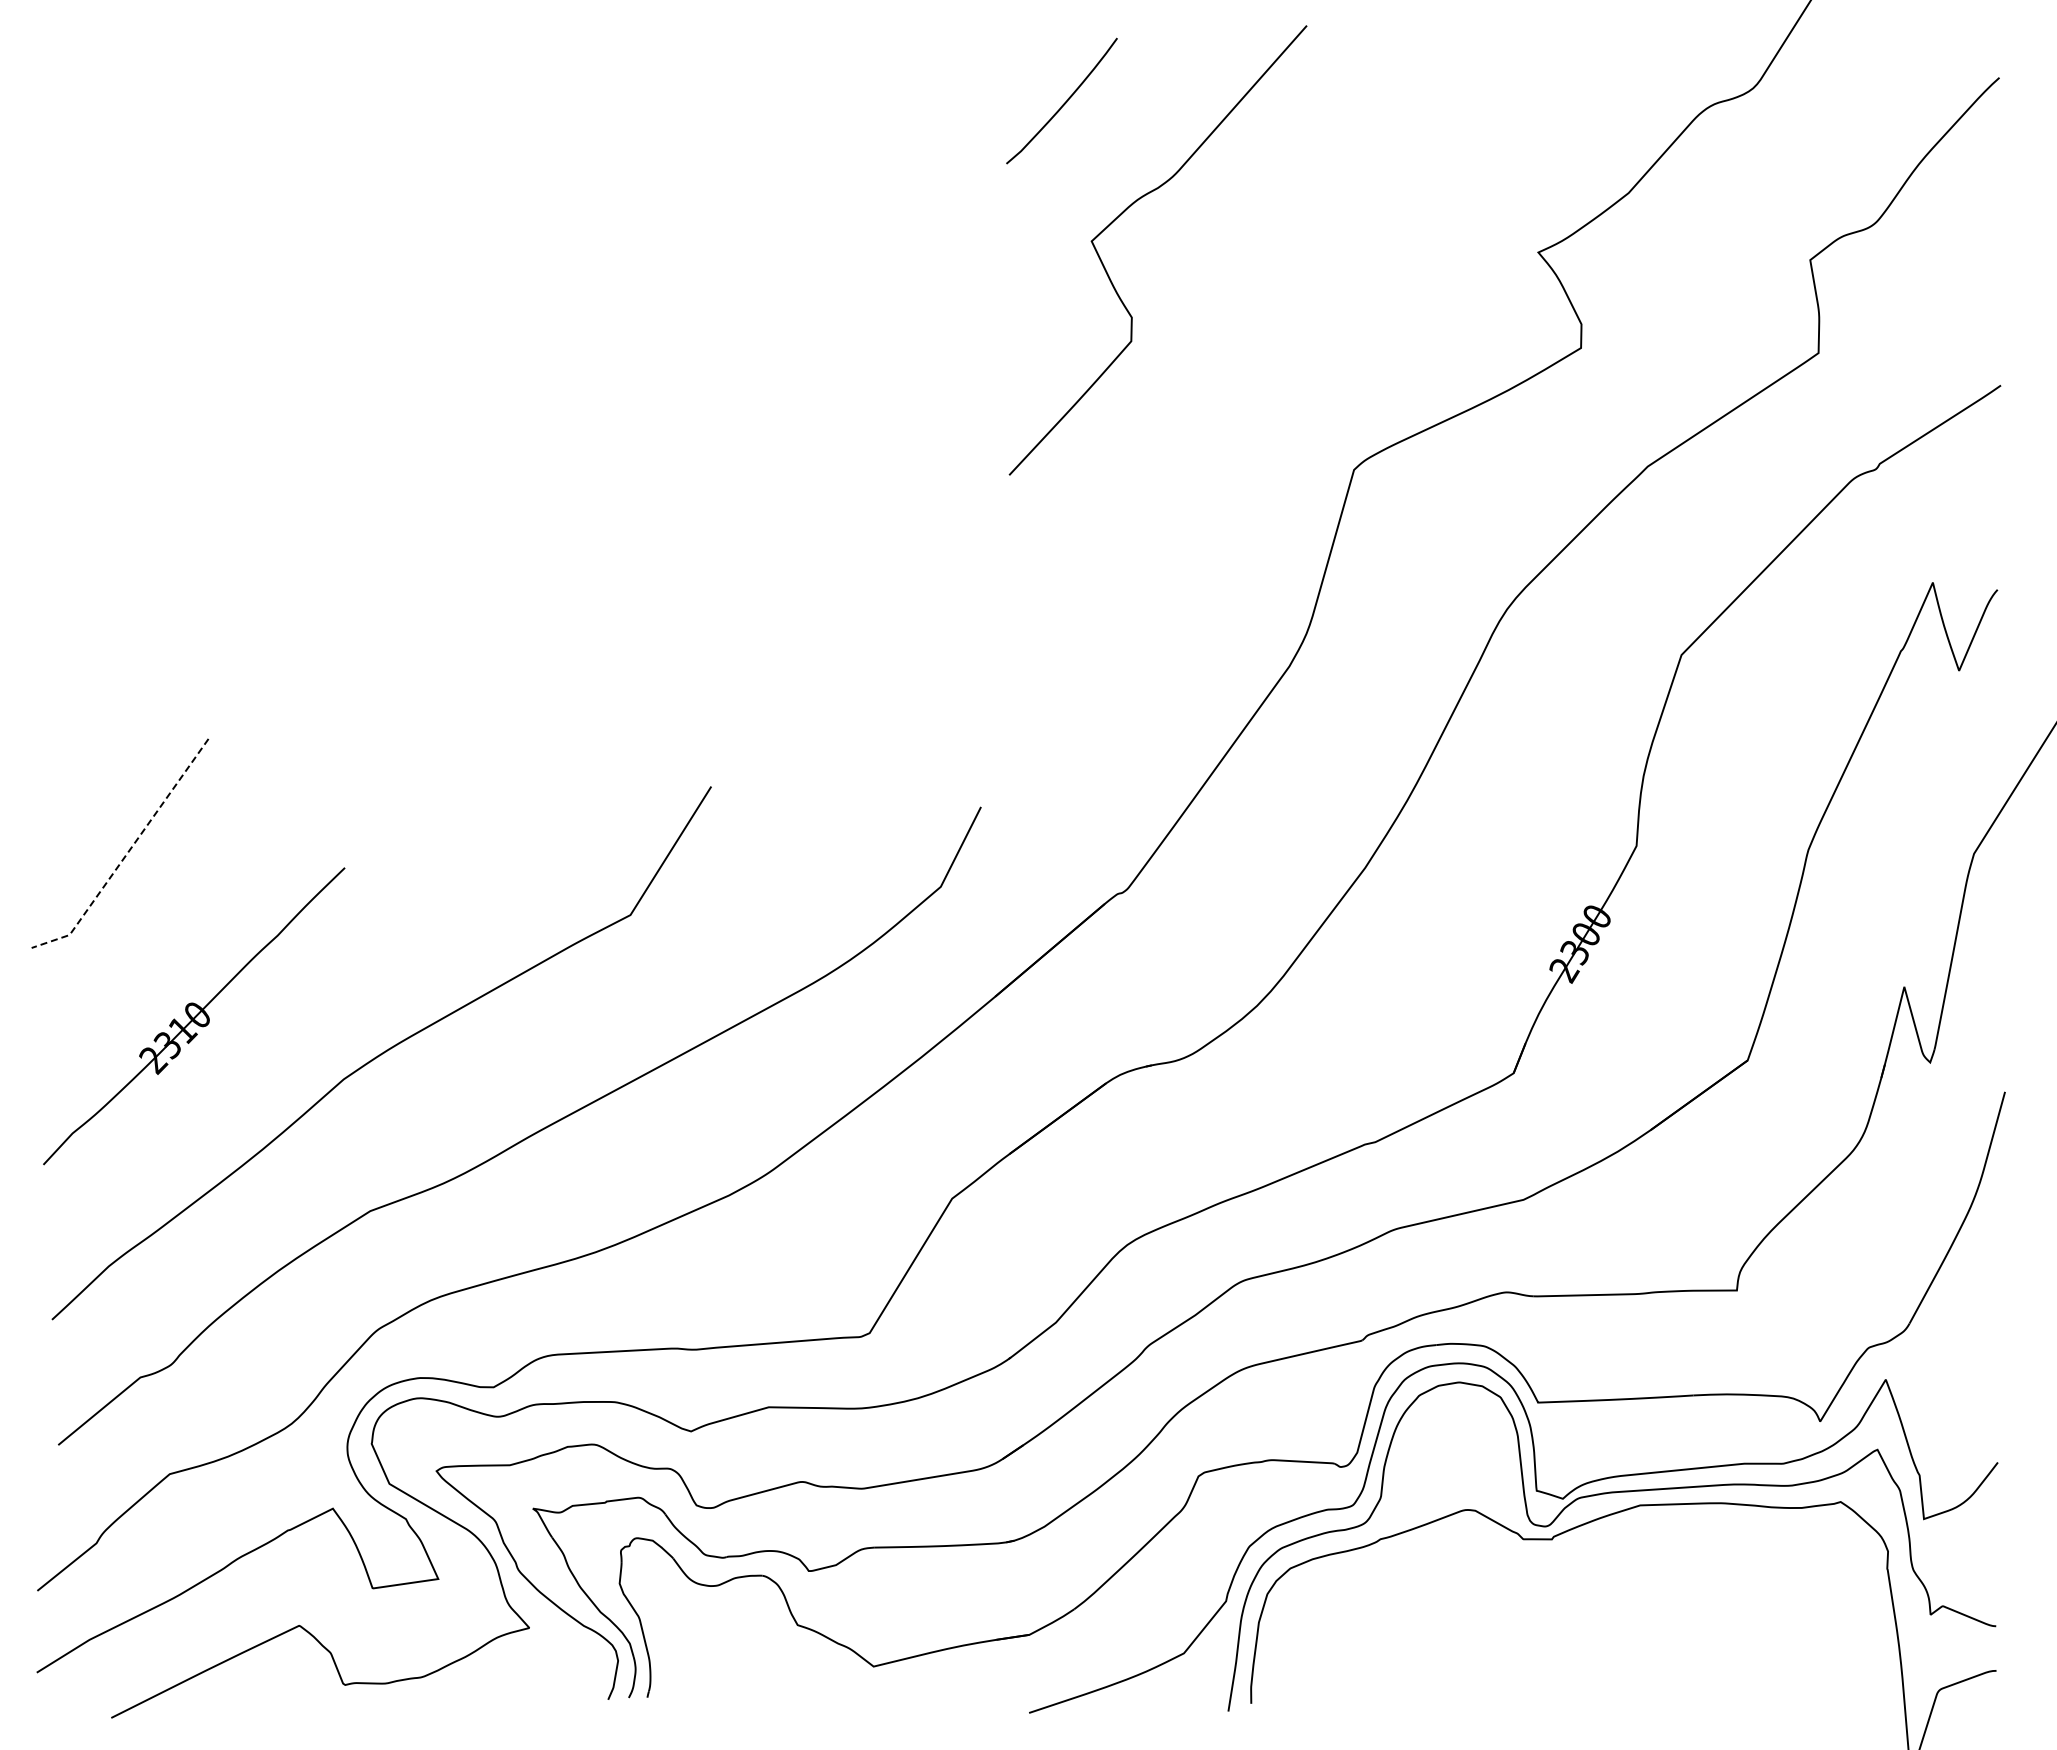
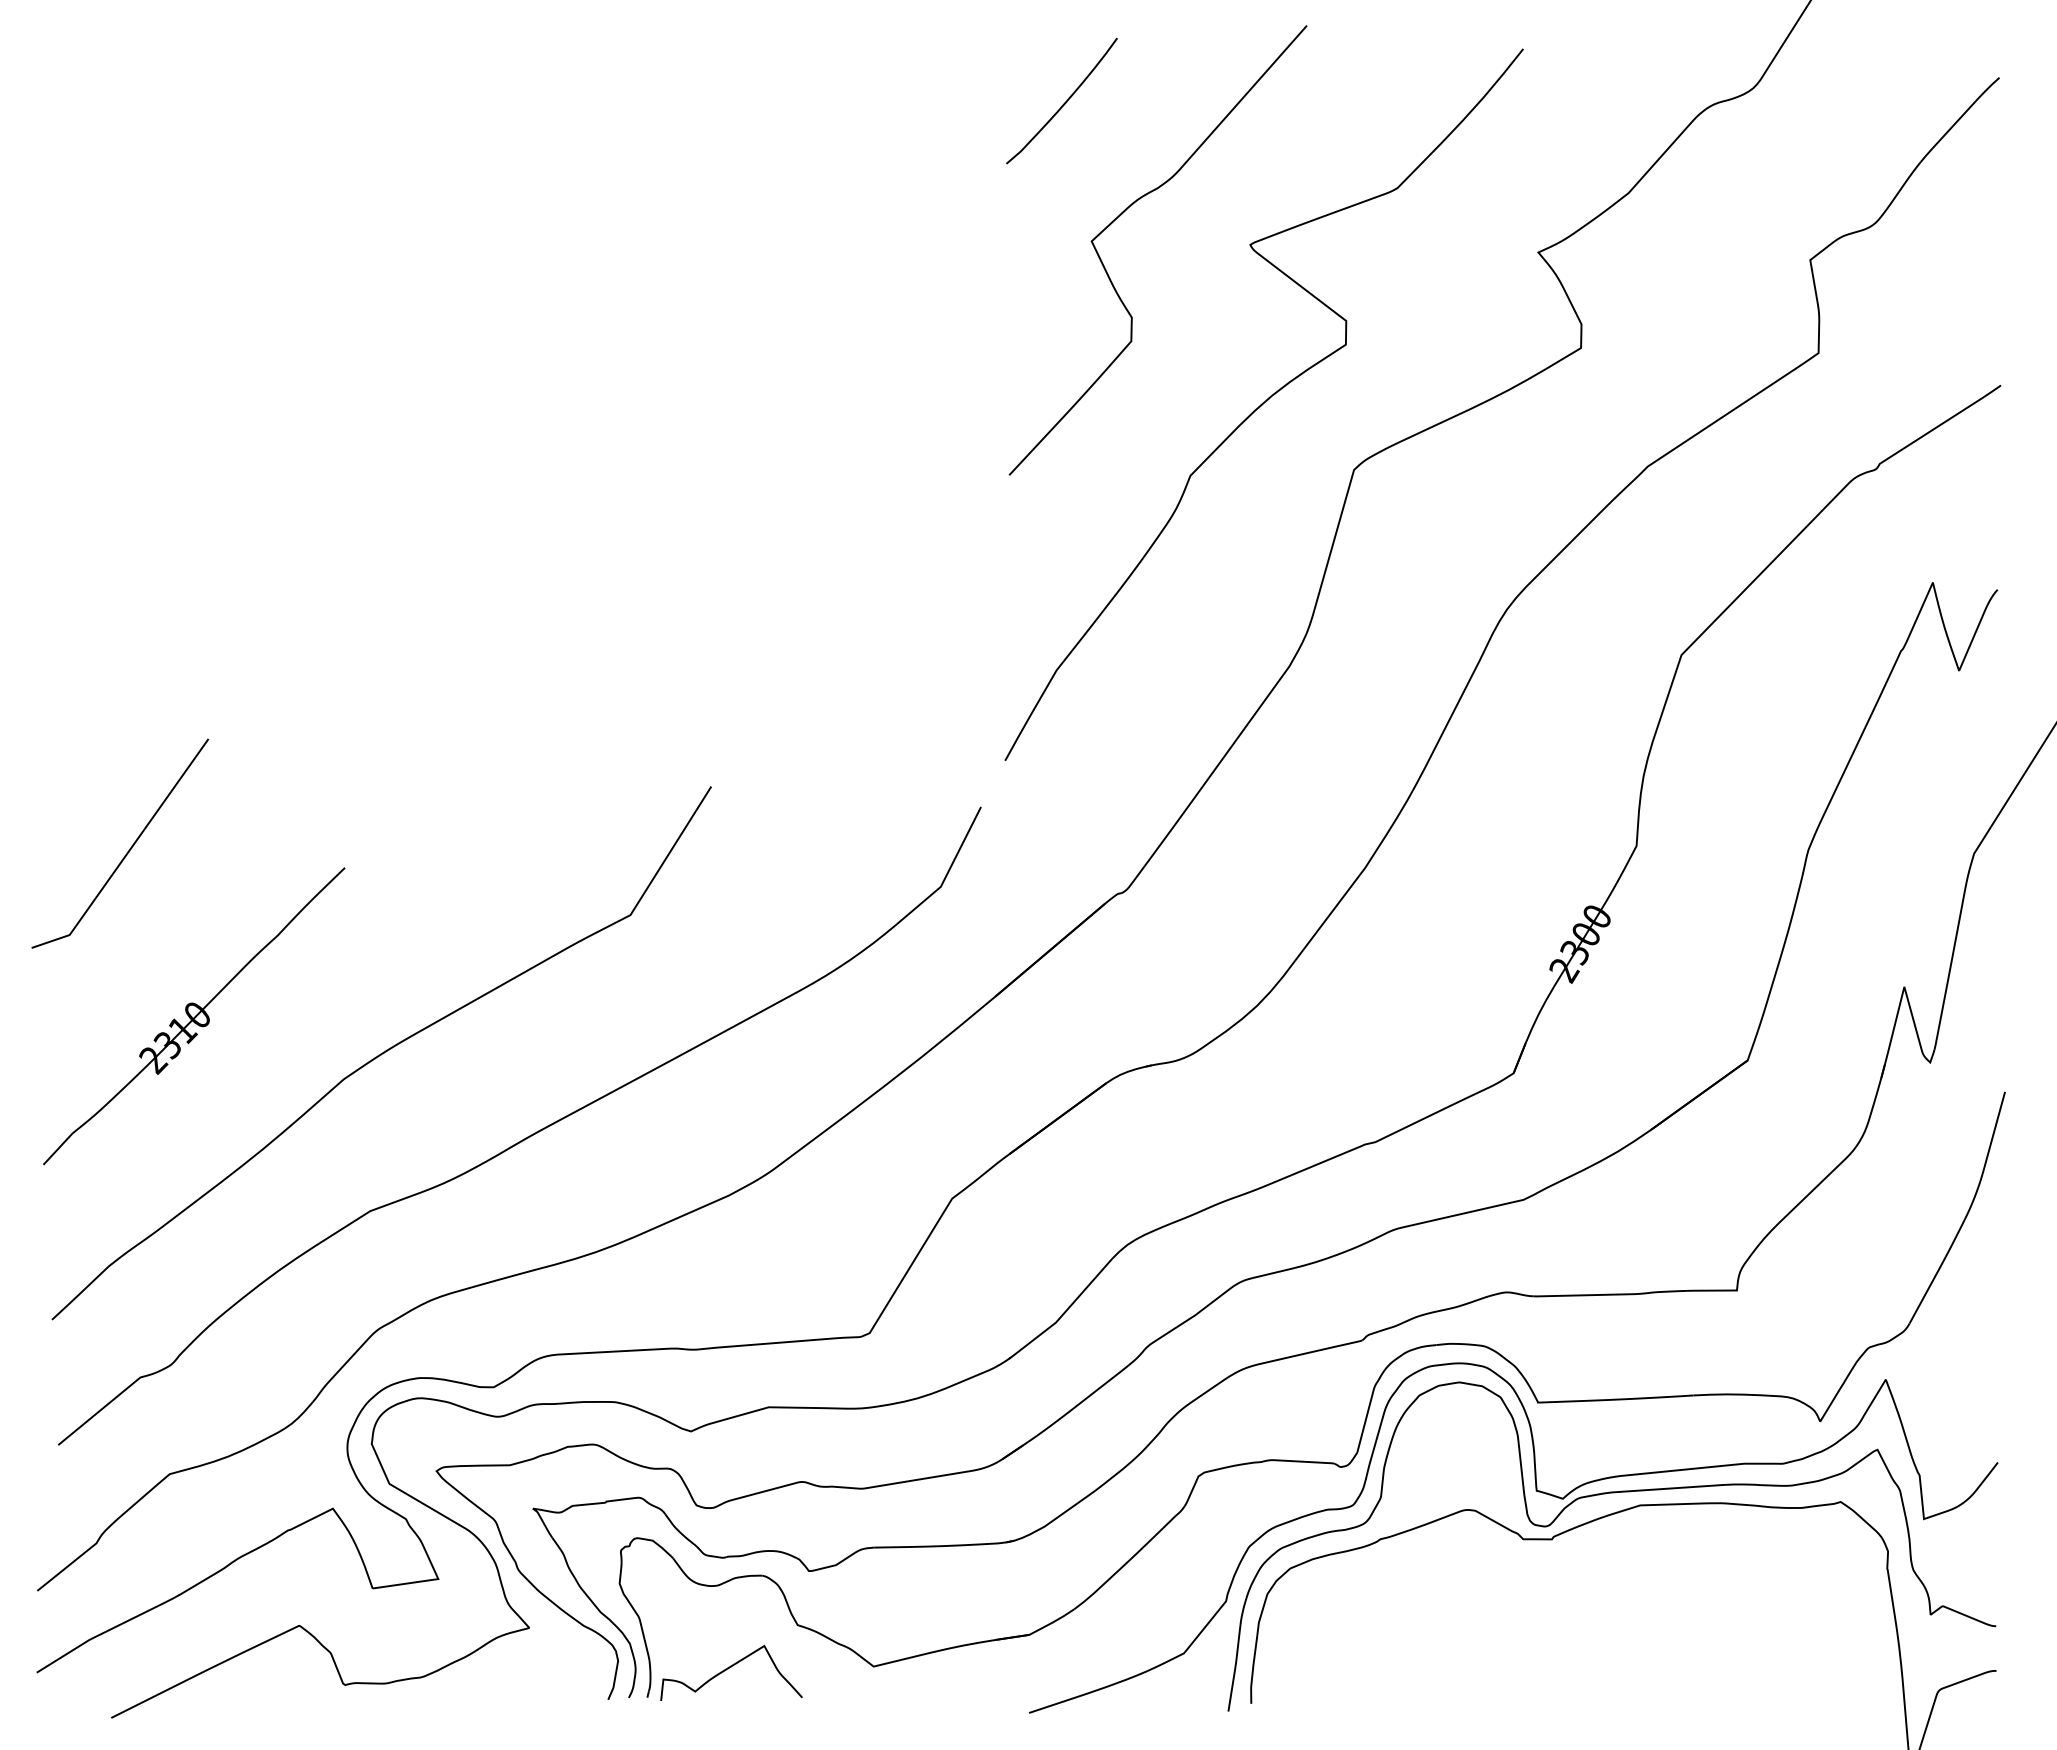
curve at (1263, 404): none -> present
line at (126, 854): dashed -> solid
curve at (728, 1669): none -> present
